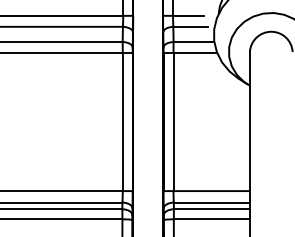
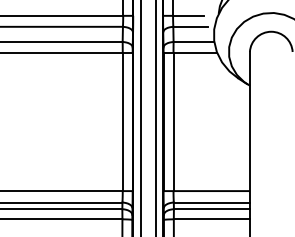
line at (140, 117): none -> present
line at (155, 117): none -> present
